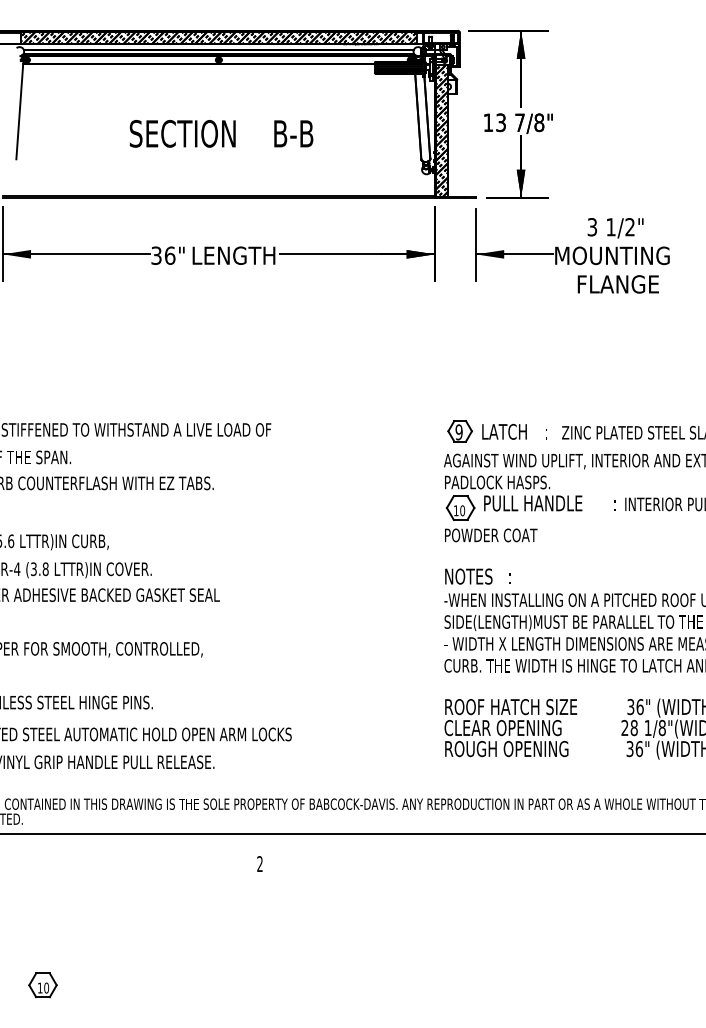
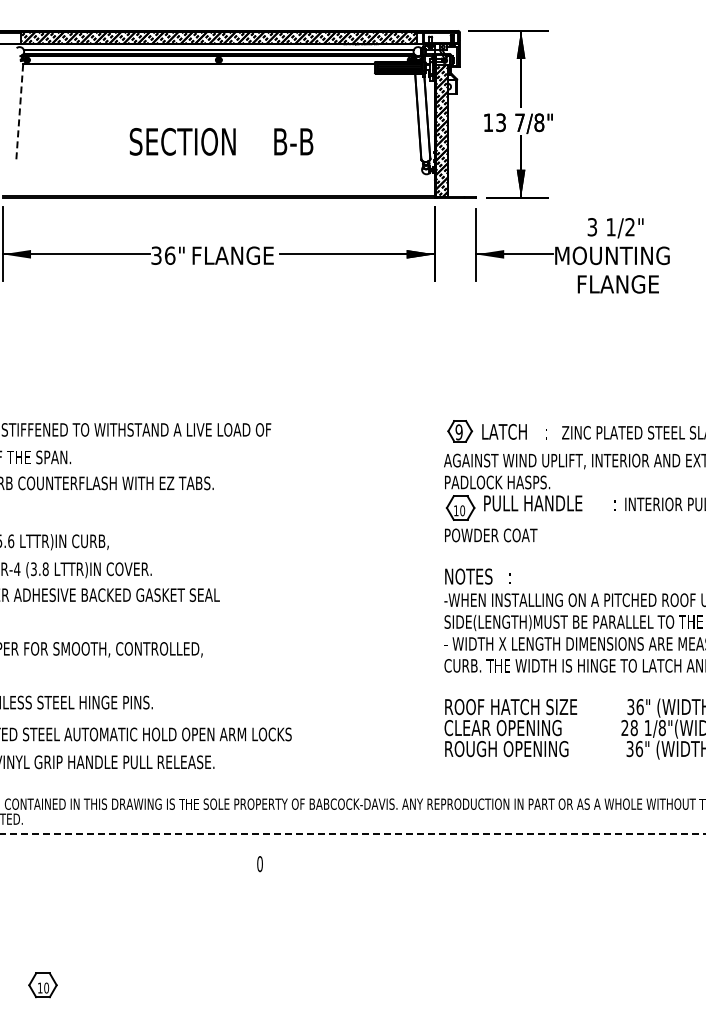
line at (19, 108): solid -> dashed
text at (221, 133) position: (221, 133) -> (221, 141)
text at (234, 255): LENGTH -> FLANGE
line at (352, 833): solid -> dashed
text at (259, 864): 2 -> 0
